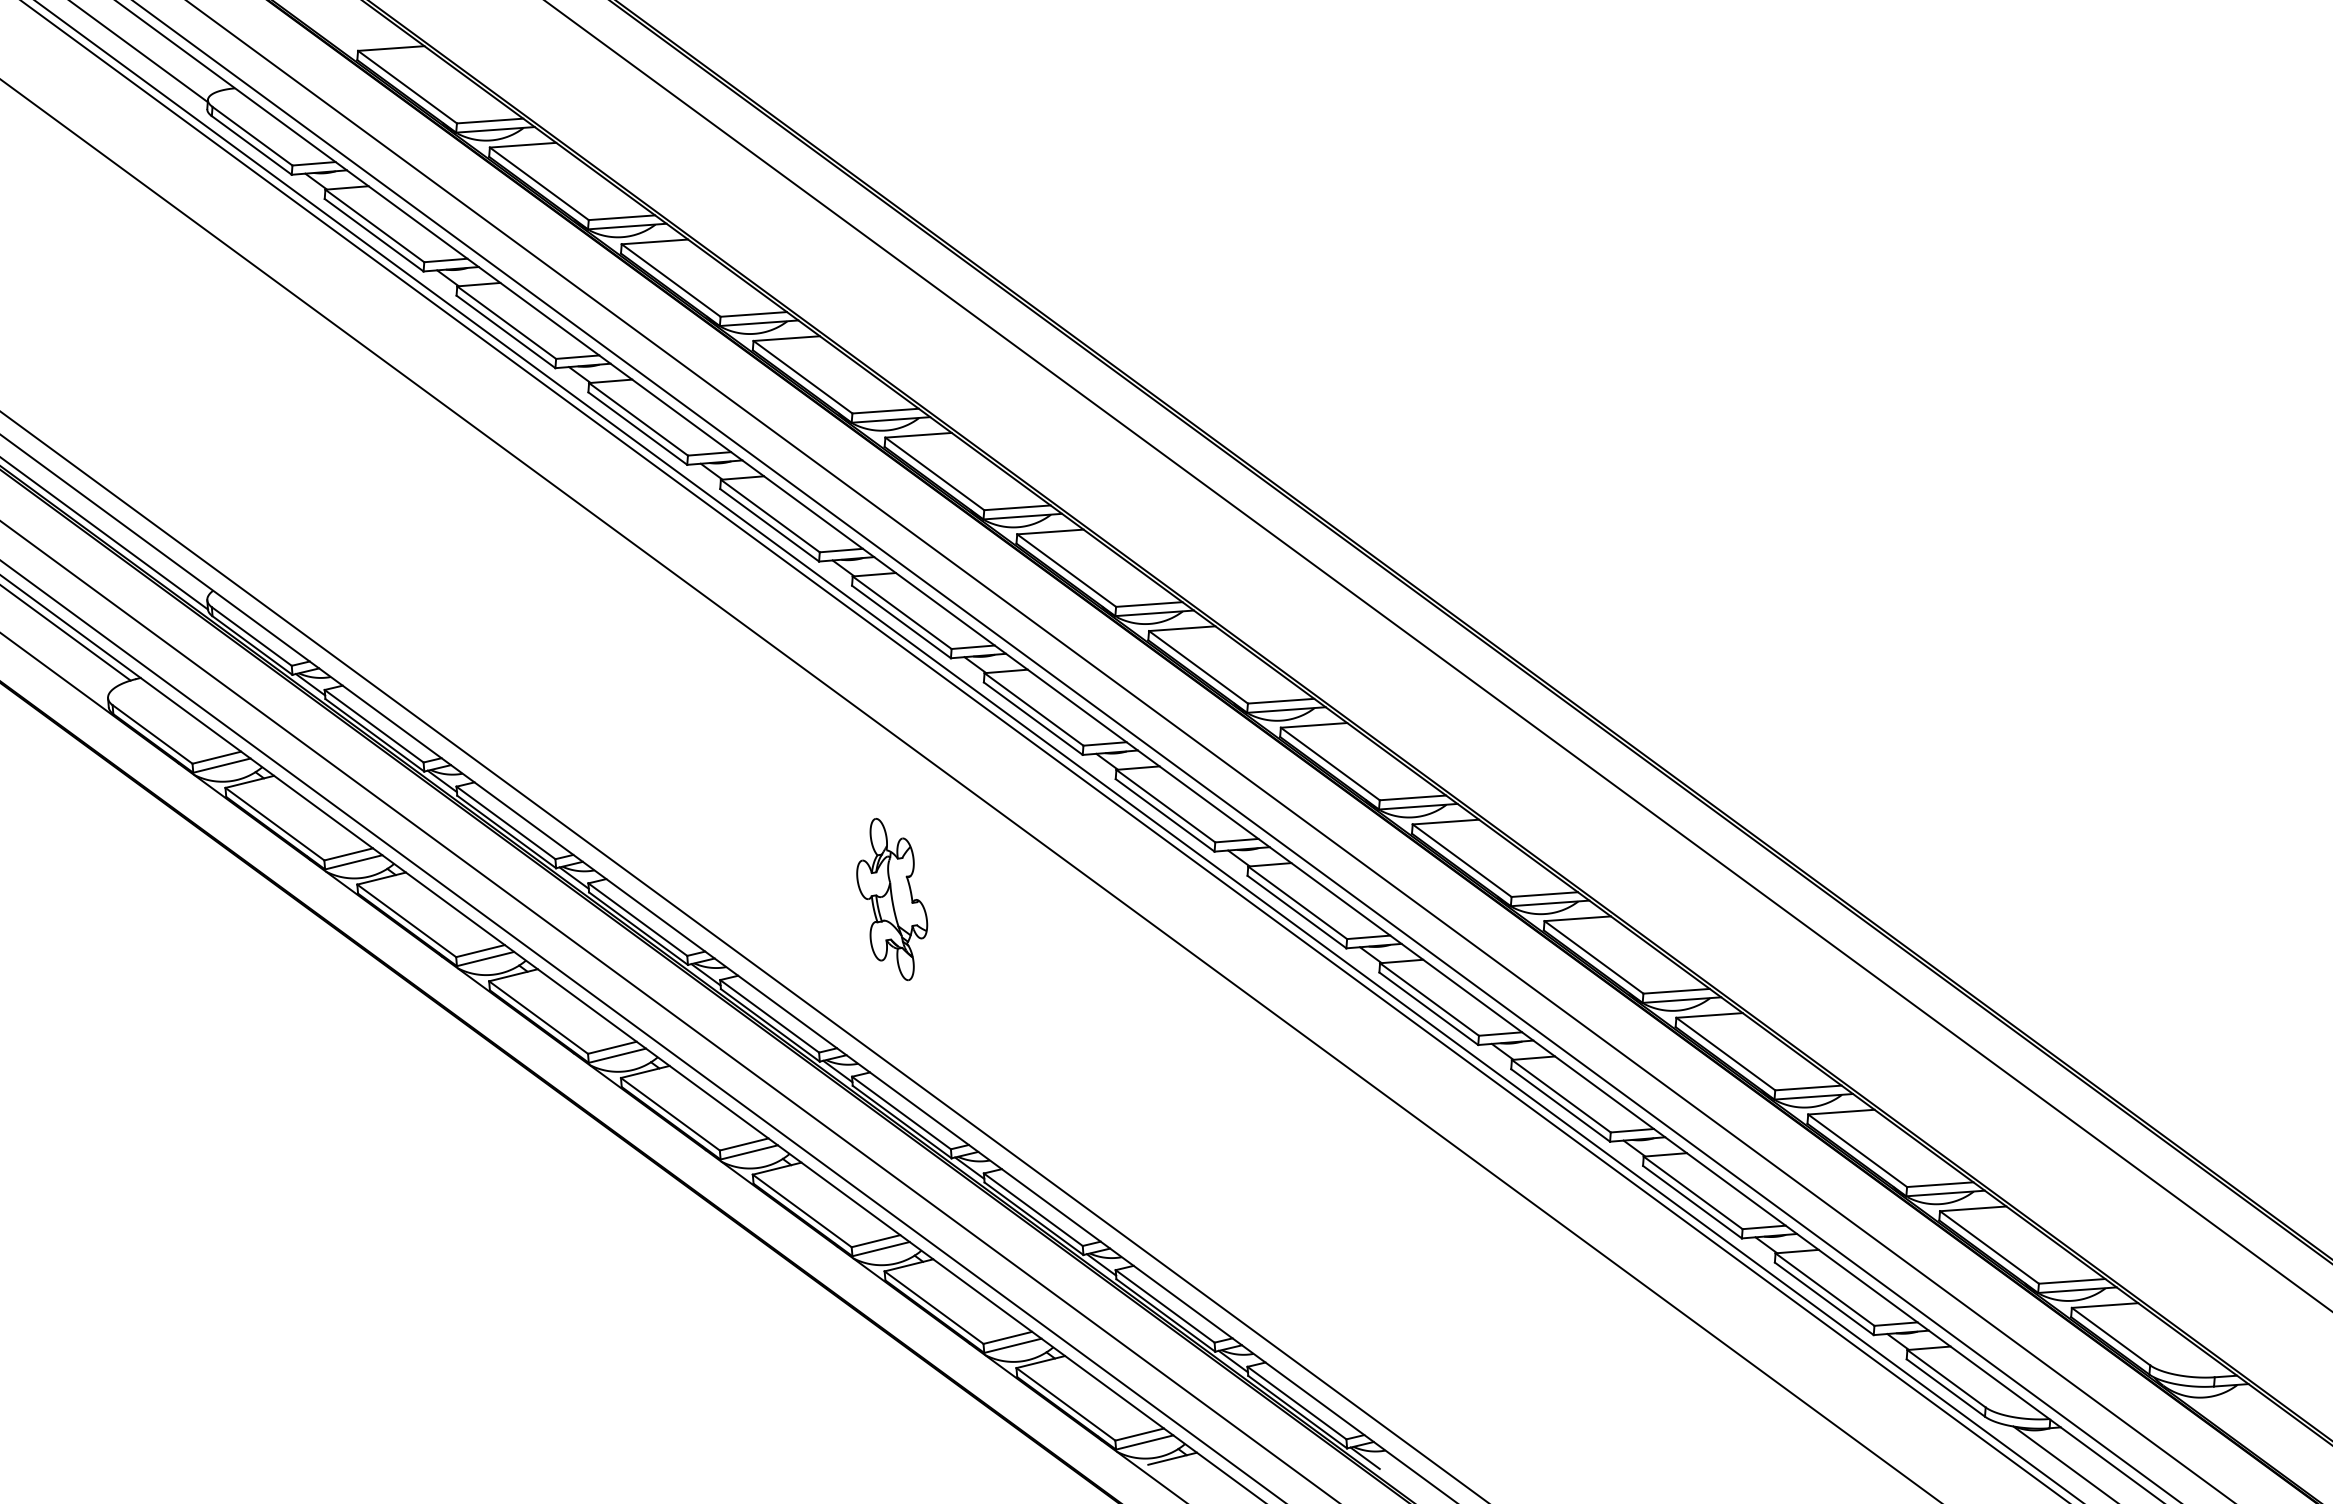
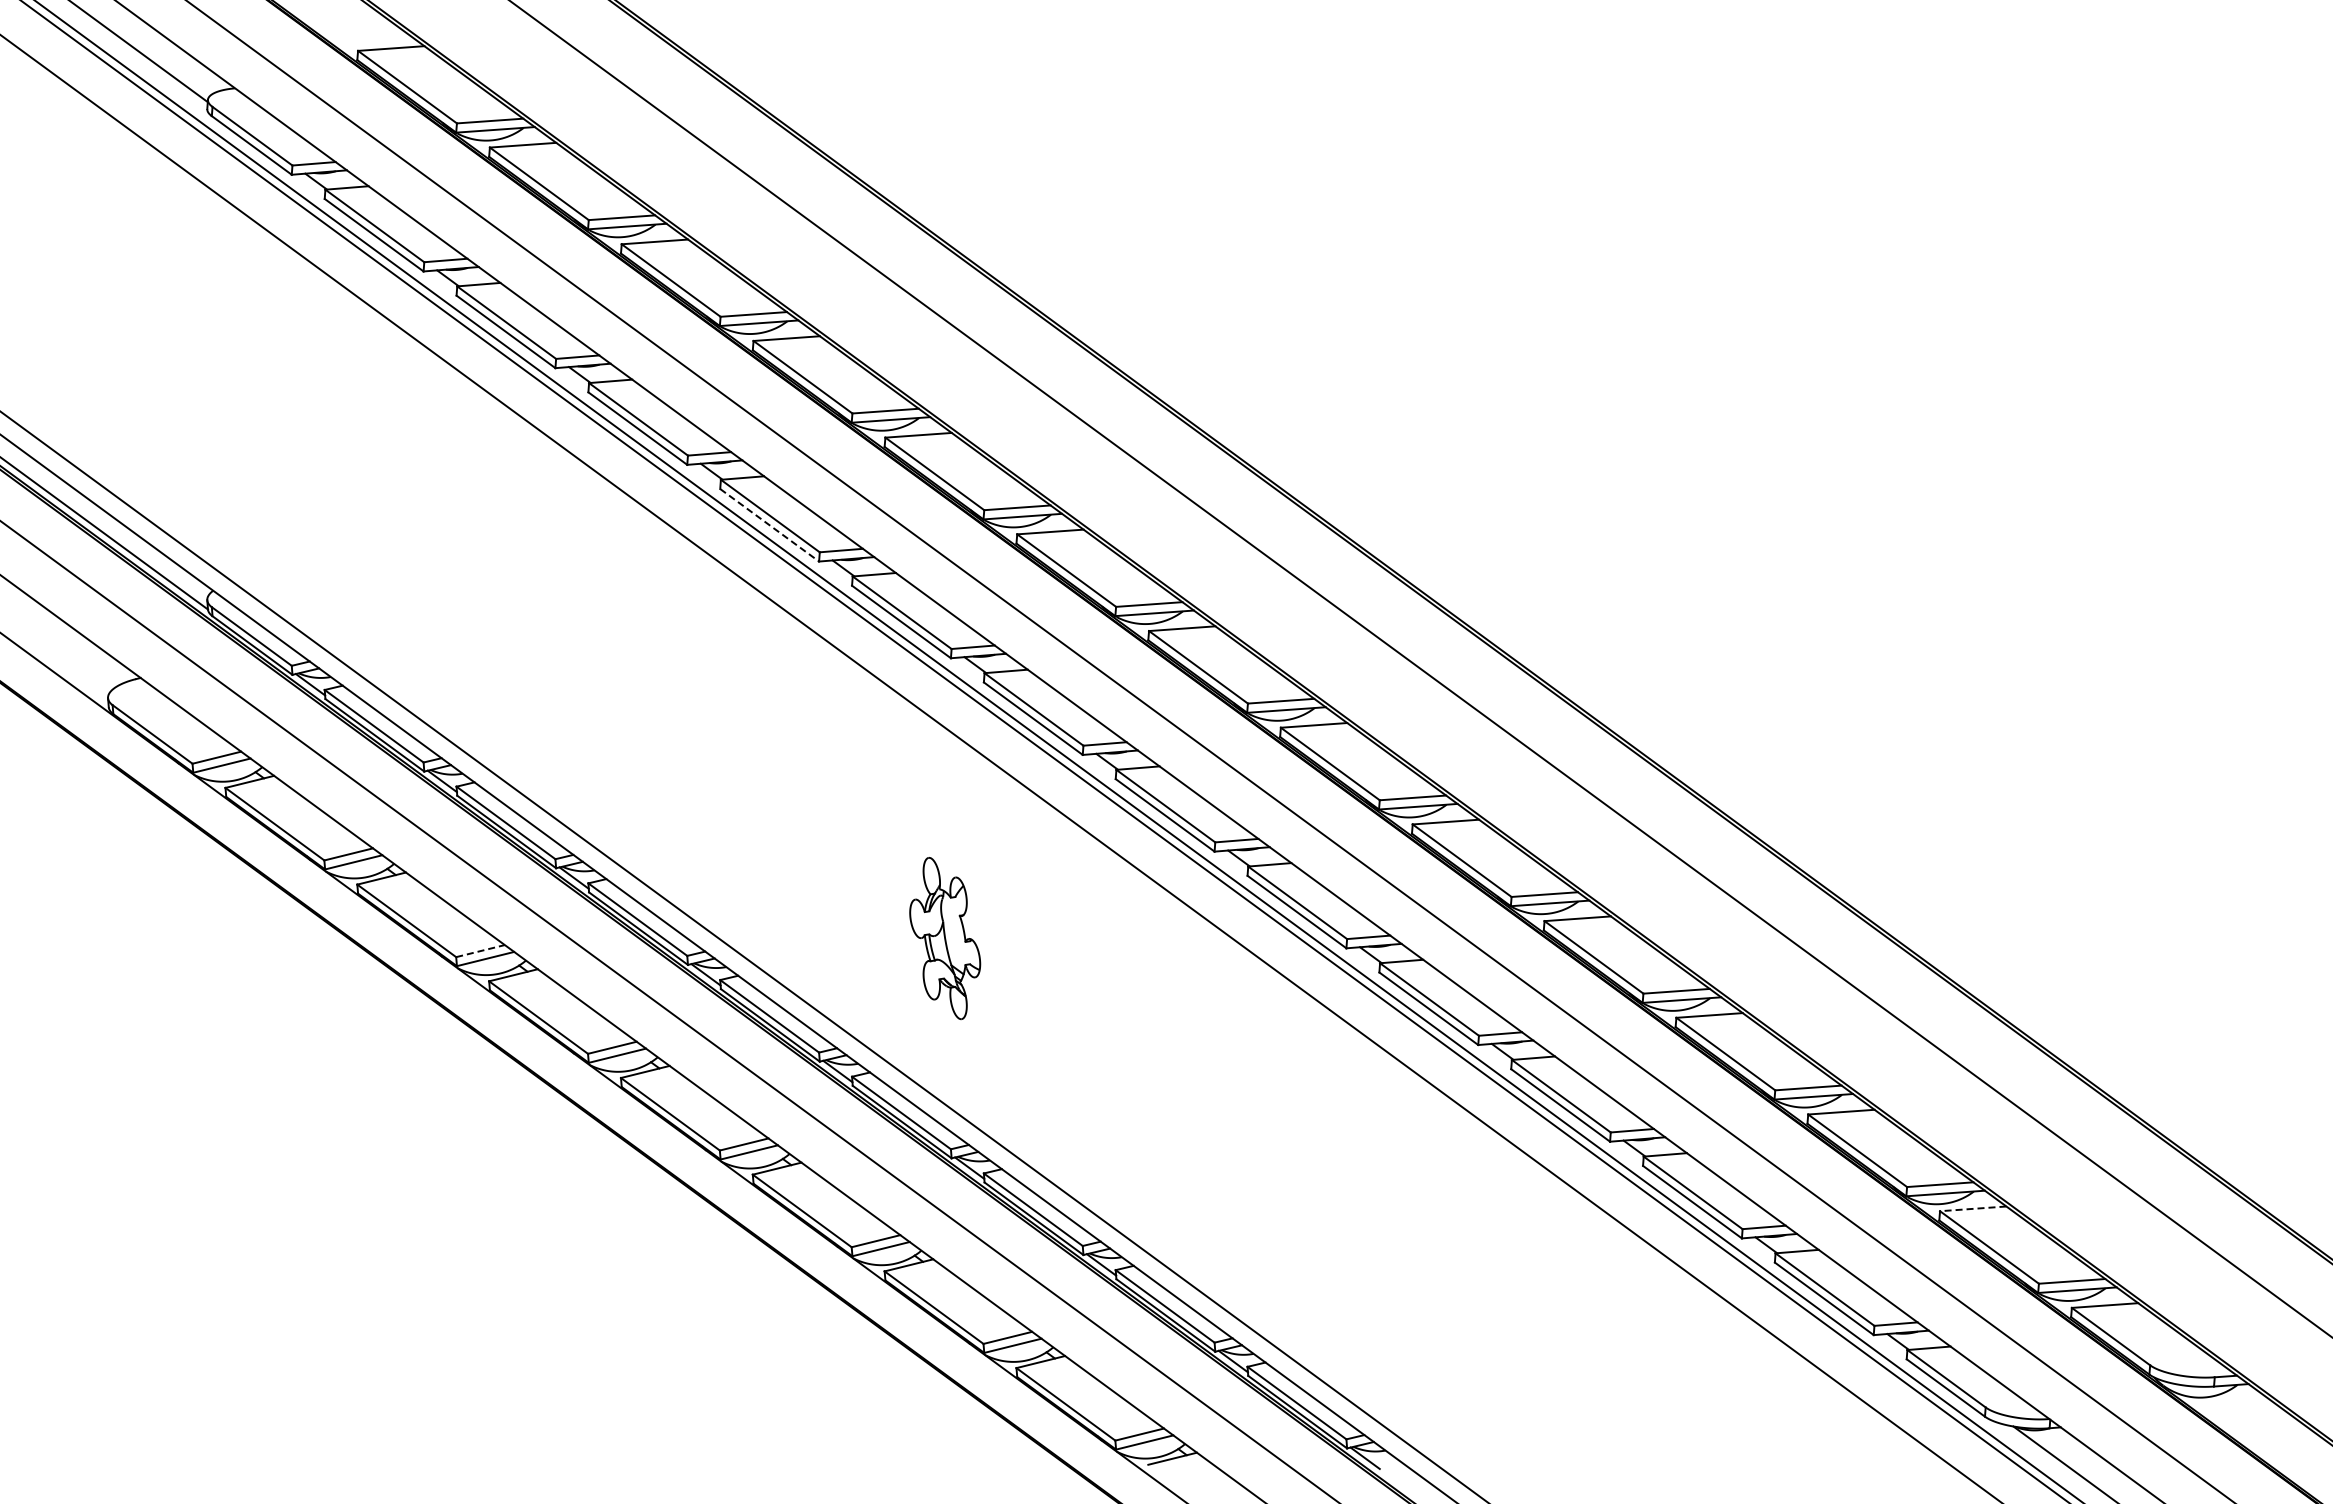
line at (770, 525): solid -> dashed
line at (66, 633): present -> none
line at (1437, 655) position: (1437, 655) -> (1420, 668)
line at (1156, 751): present -> none
line at (970, 790) position: (970, 790) -> (1000, 768)
part at (892, 899) position: (892, 899) -> (945, 938)
line at (481, 950): solid -> dashed
line at (642, 1030): present -> none
line at (1972, 1208): solid -> dashed
